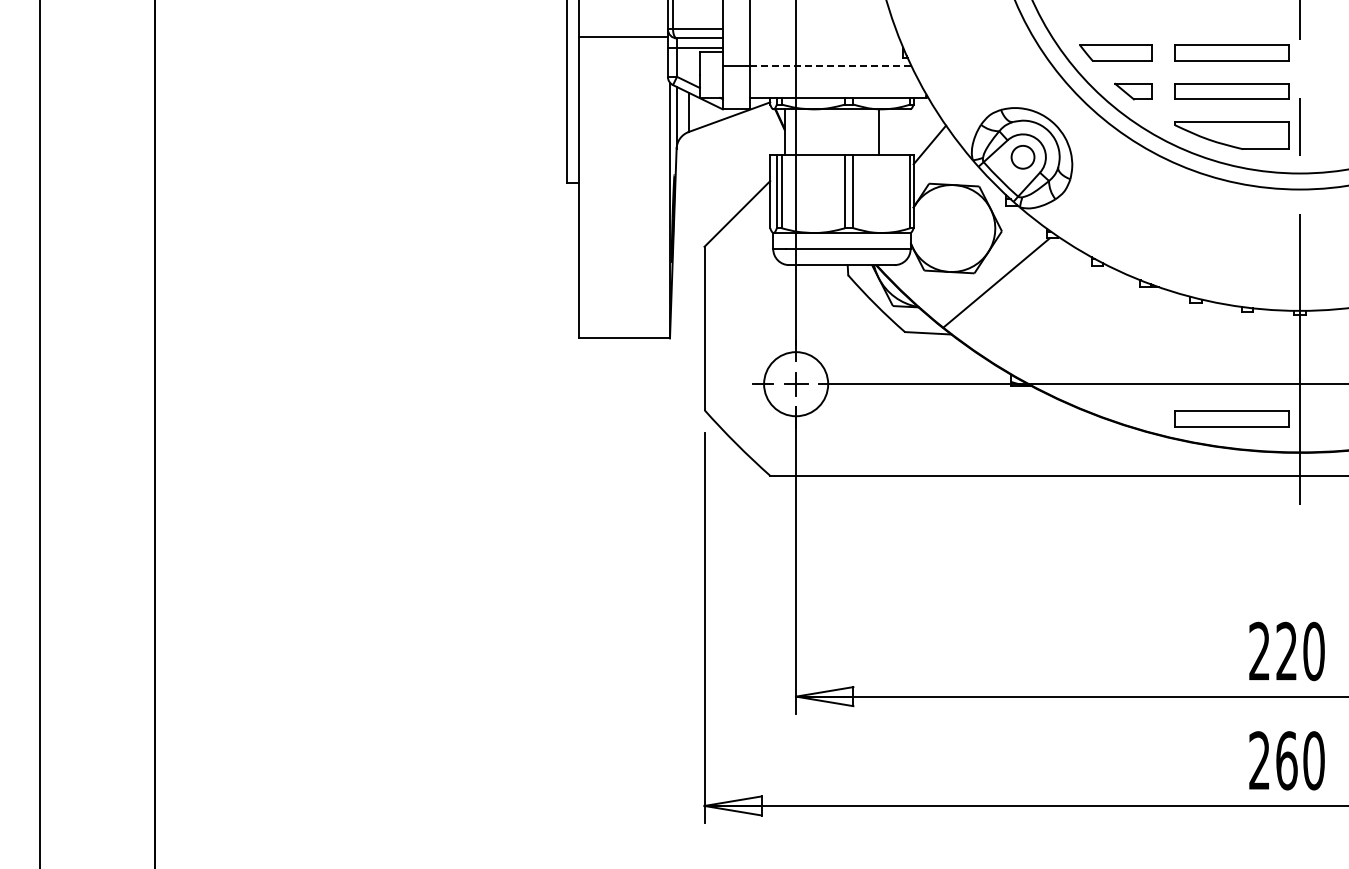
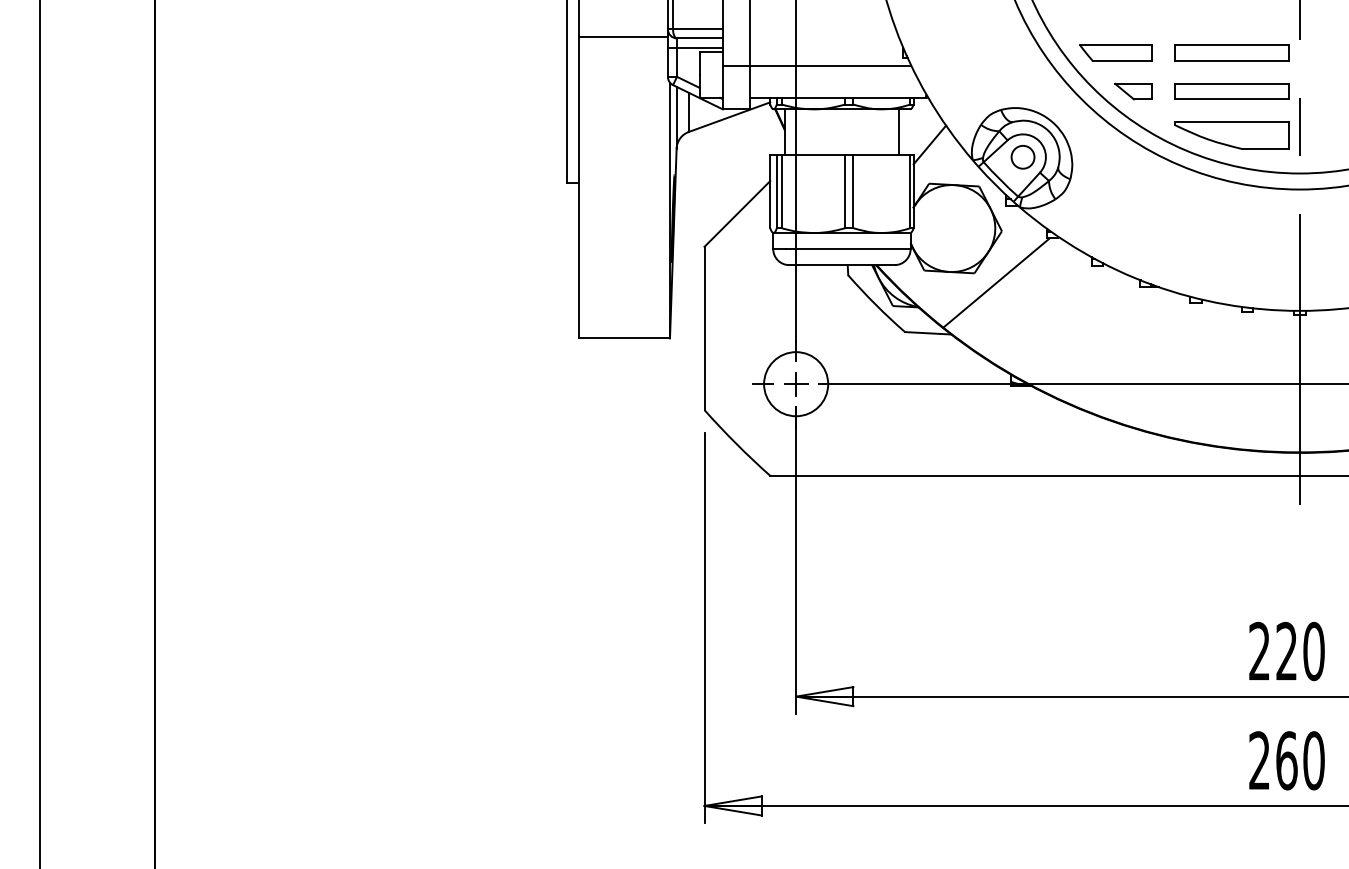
line at (830, 65): dashed -> solid
line at (879, 132) position: (879, 132) -> (899, 132)
part at (1231, 418): present -> none
